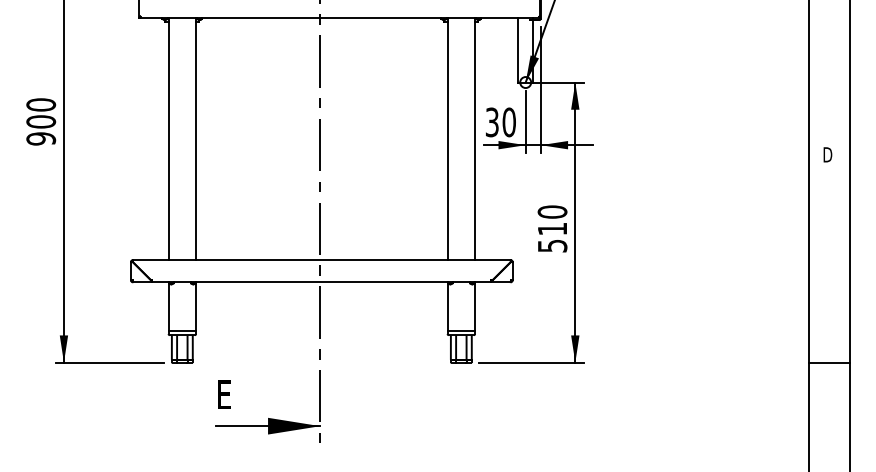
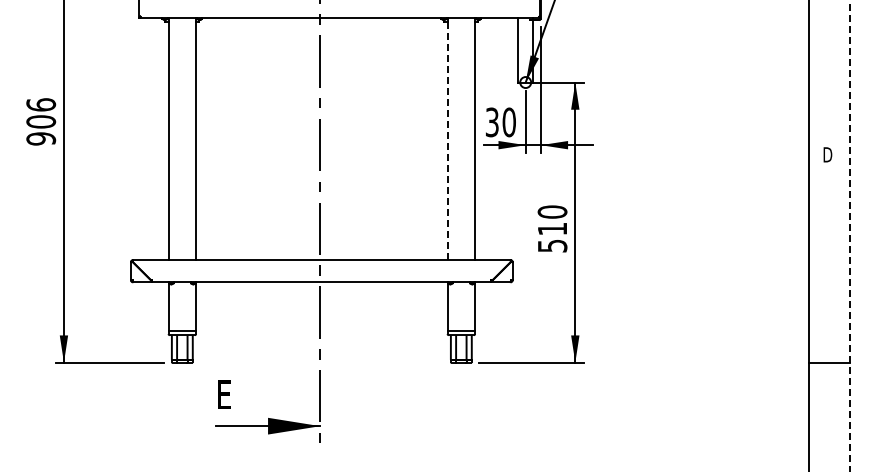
text at (40, 104): 900 -> 906
line at (447, 141): solid -> dashed
line at (849, 235): solid -> dashed
